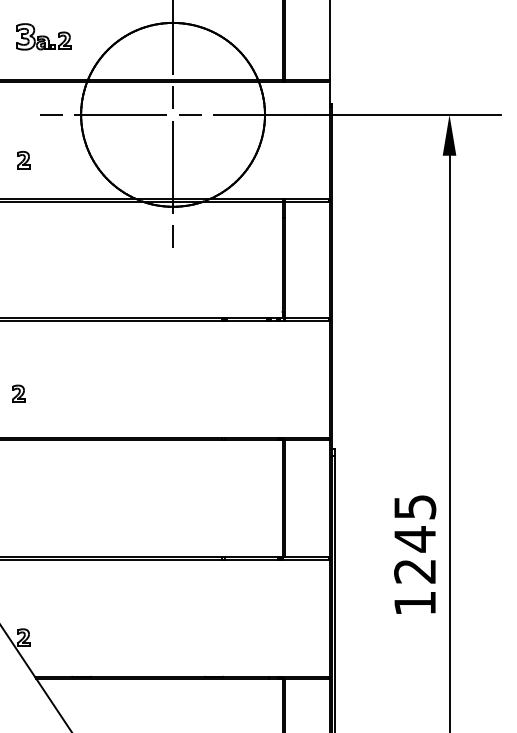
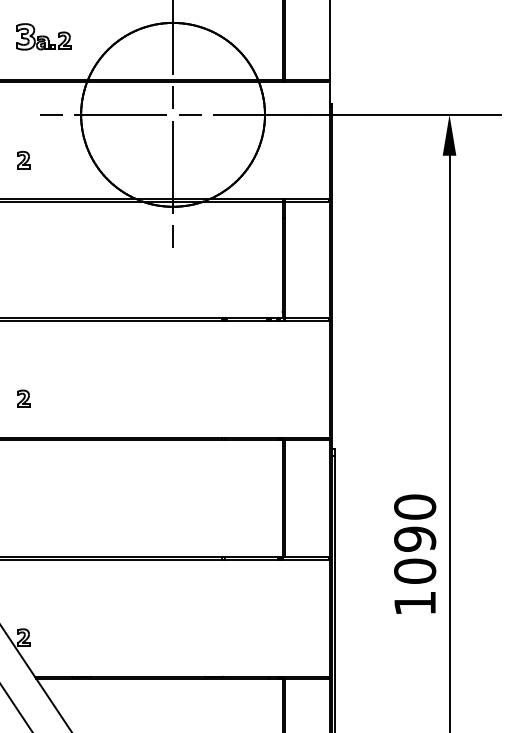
part at (18, 393) position: (18, 393) -> (23, 398)
text at (415, 538): 1245 -> 1090
line at (16, 707): none -> present
